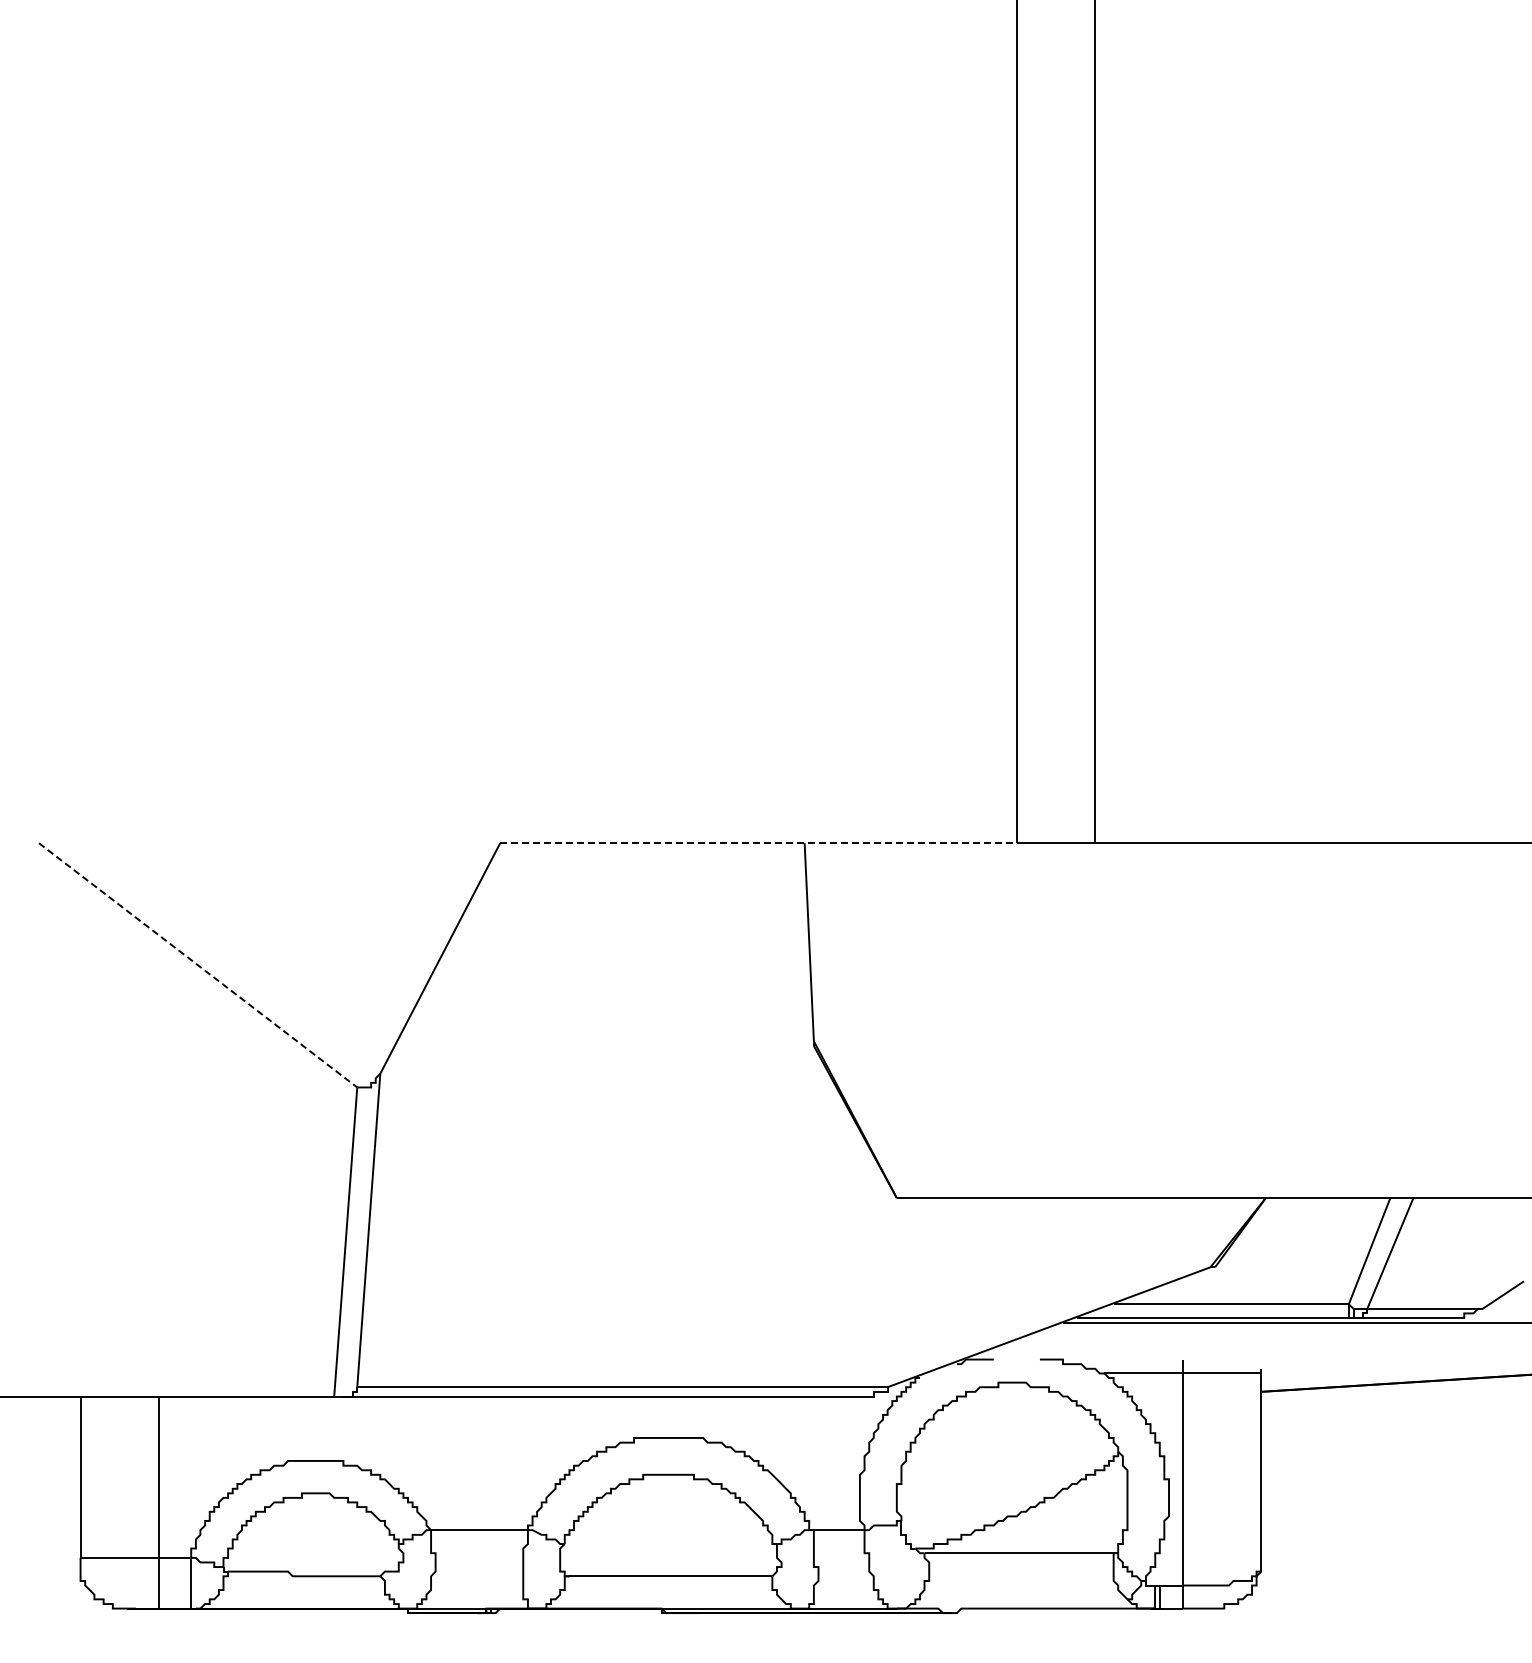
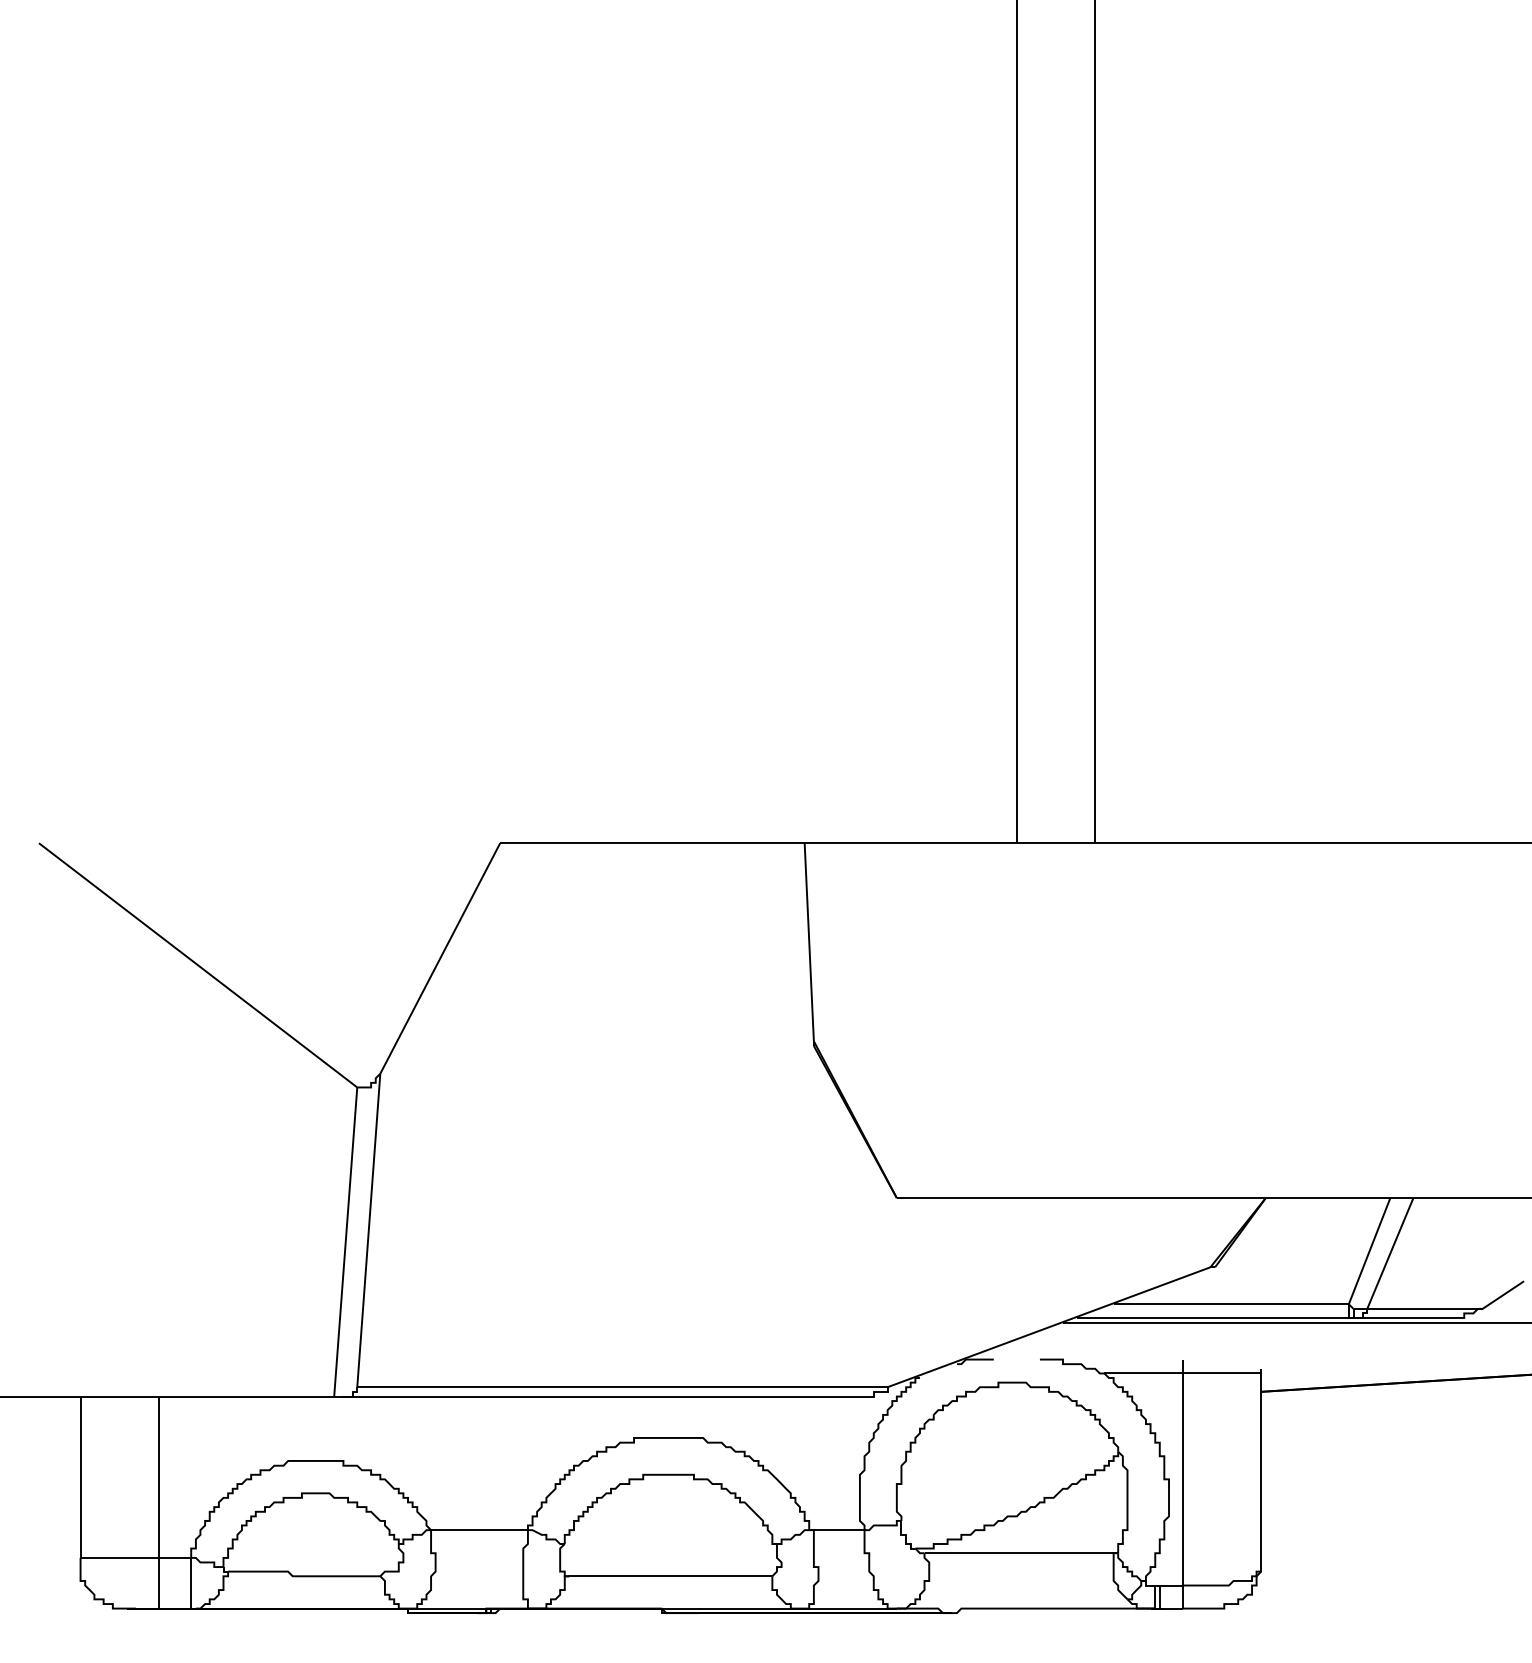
line at (759, 843): dashed -> solid
line at (198, 965): dashed -> solid
